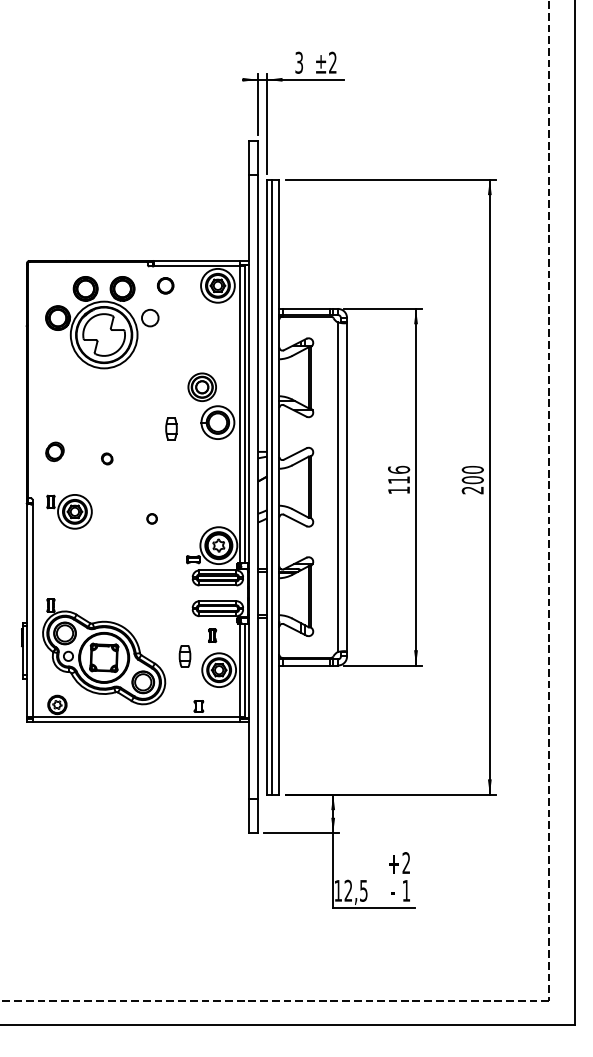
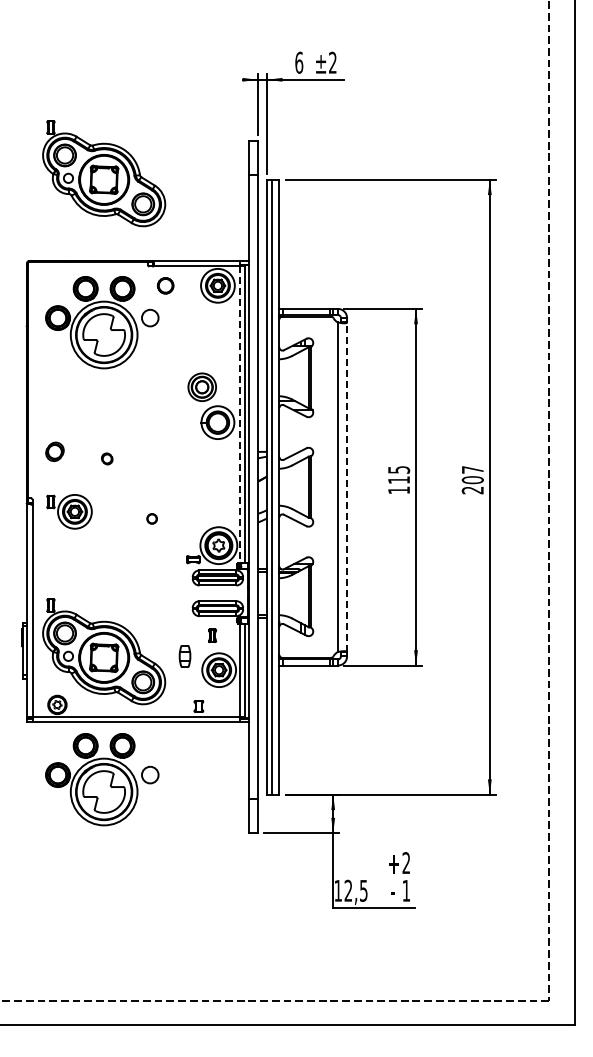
text at (299, 62): 3 -> 6
part at (104, 173): none -> present
line at (239, 415): solid -> dashed
part at (171, 428): present -> none
text at (399, 469): 116 -> 115
text at (472, 469): 200 -> 207
line at (347, 487): solid -> dashed
part at (102, 779): none -> present
